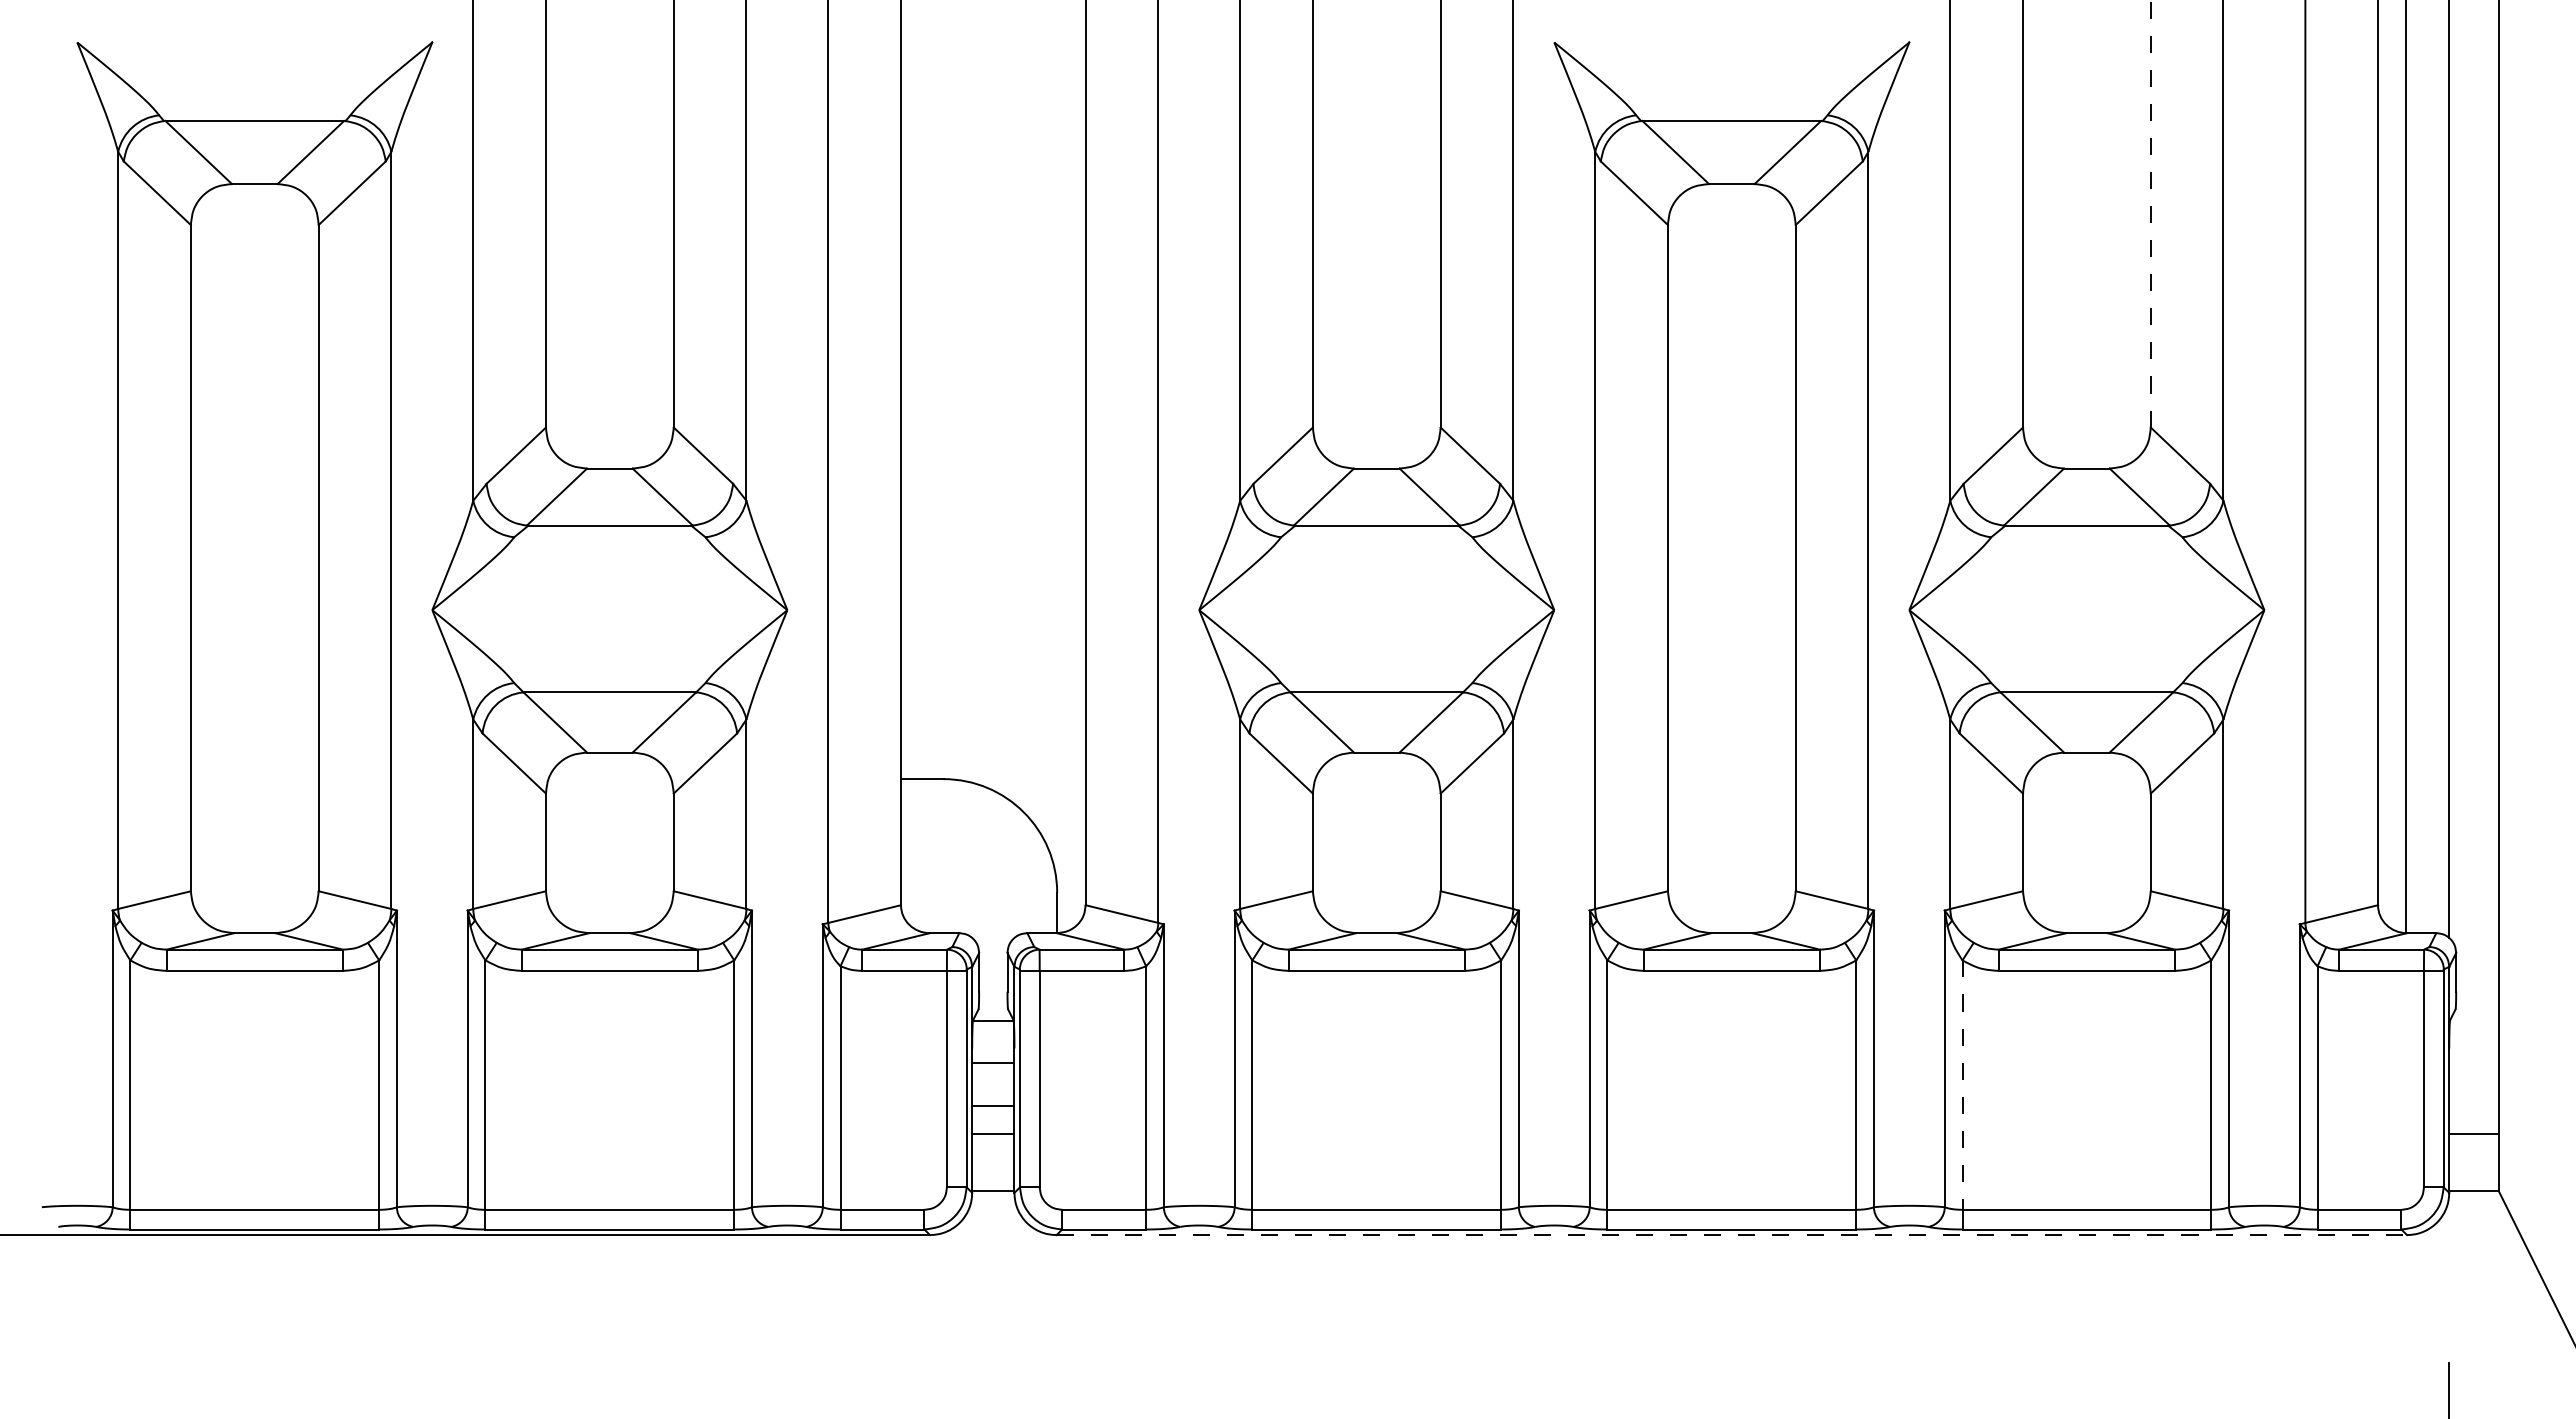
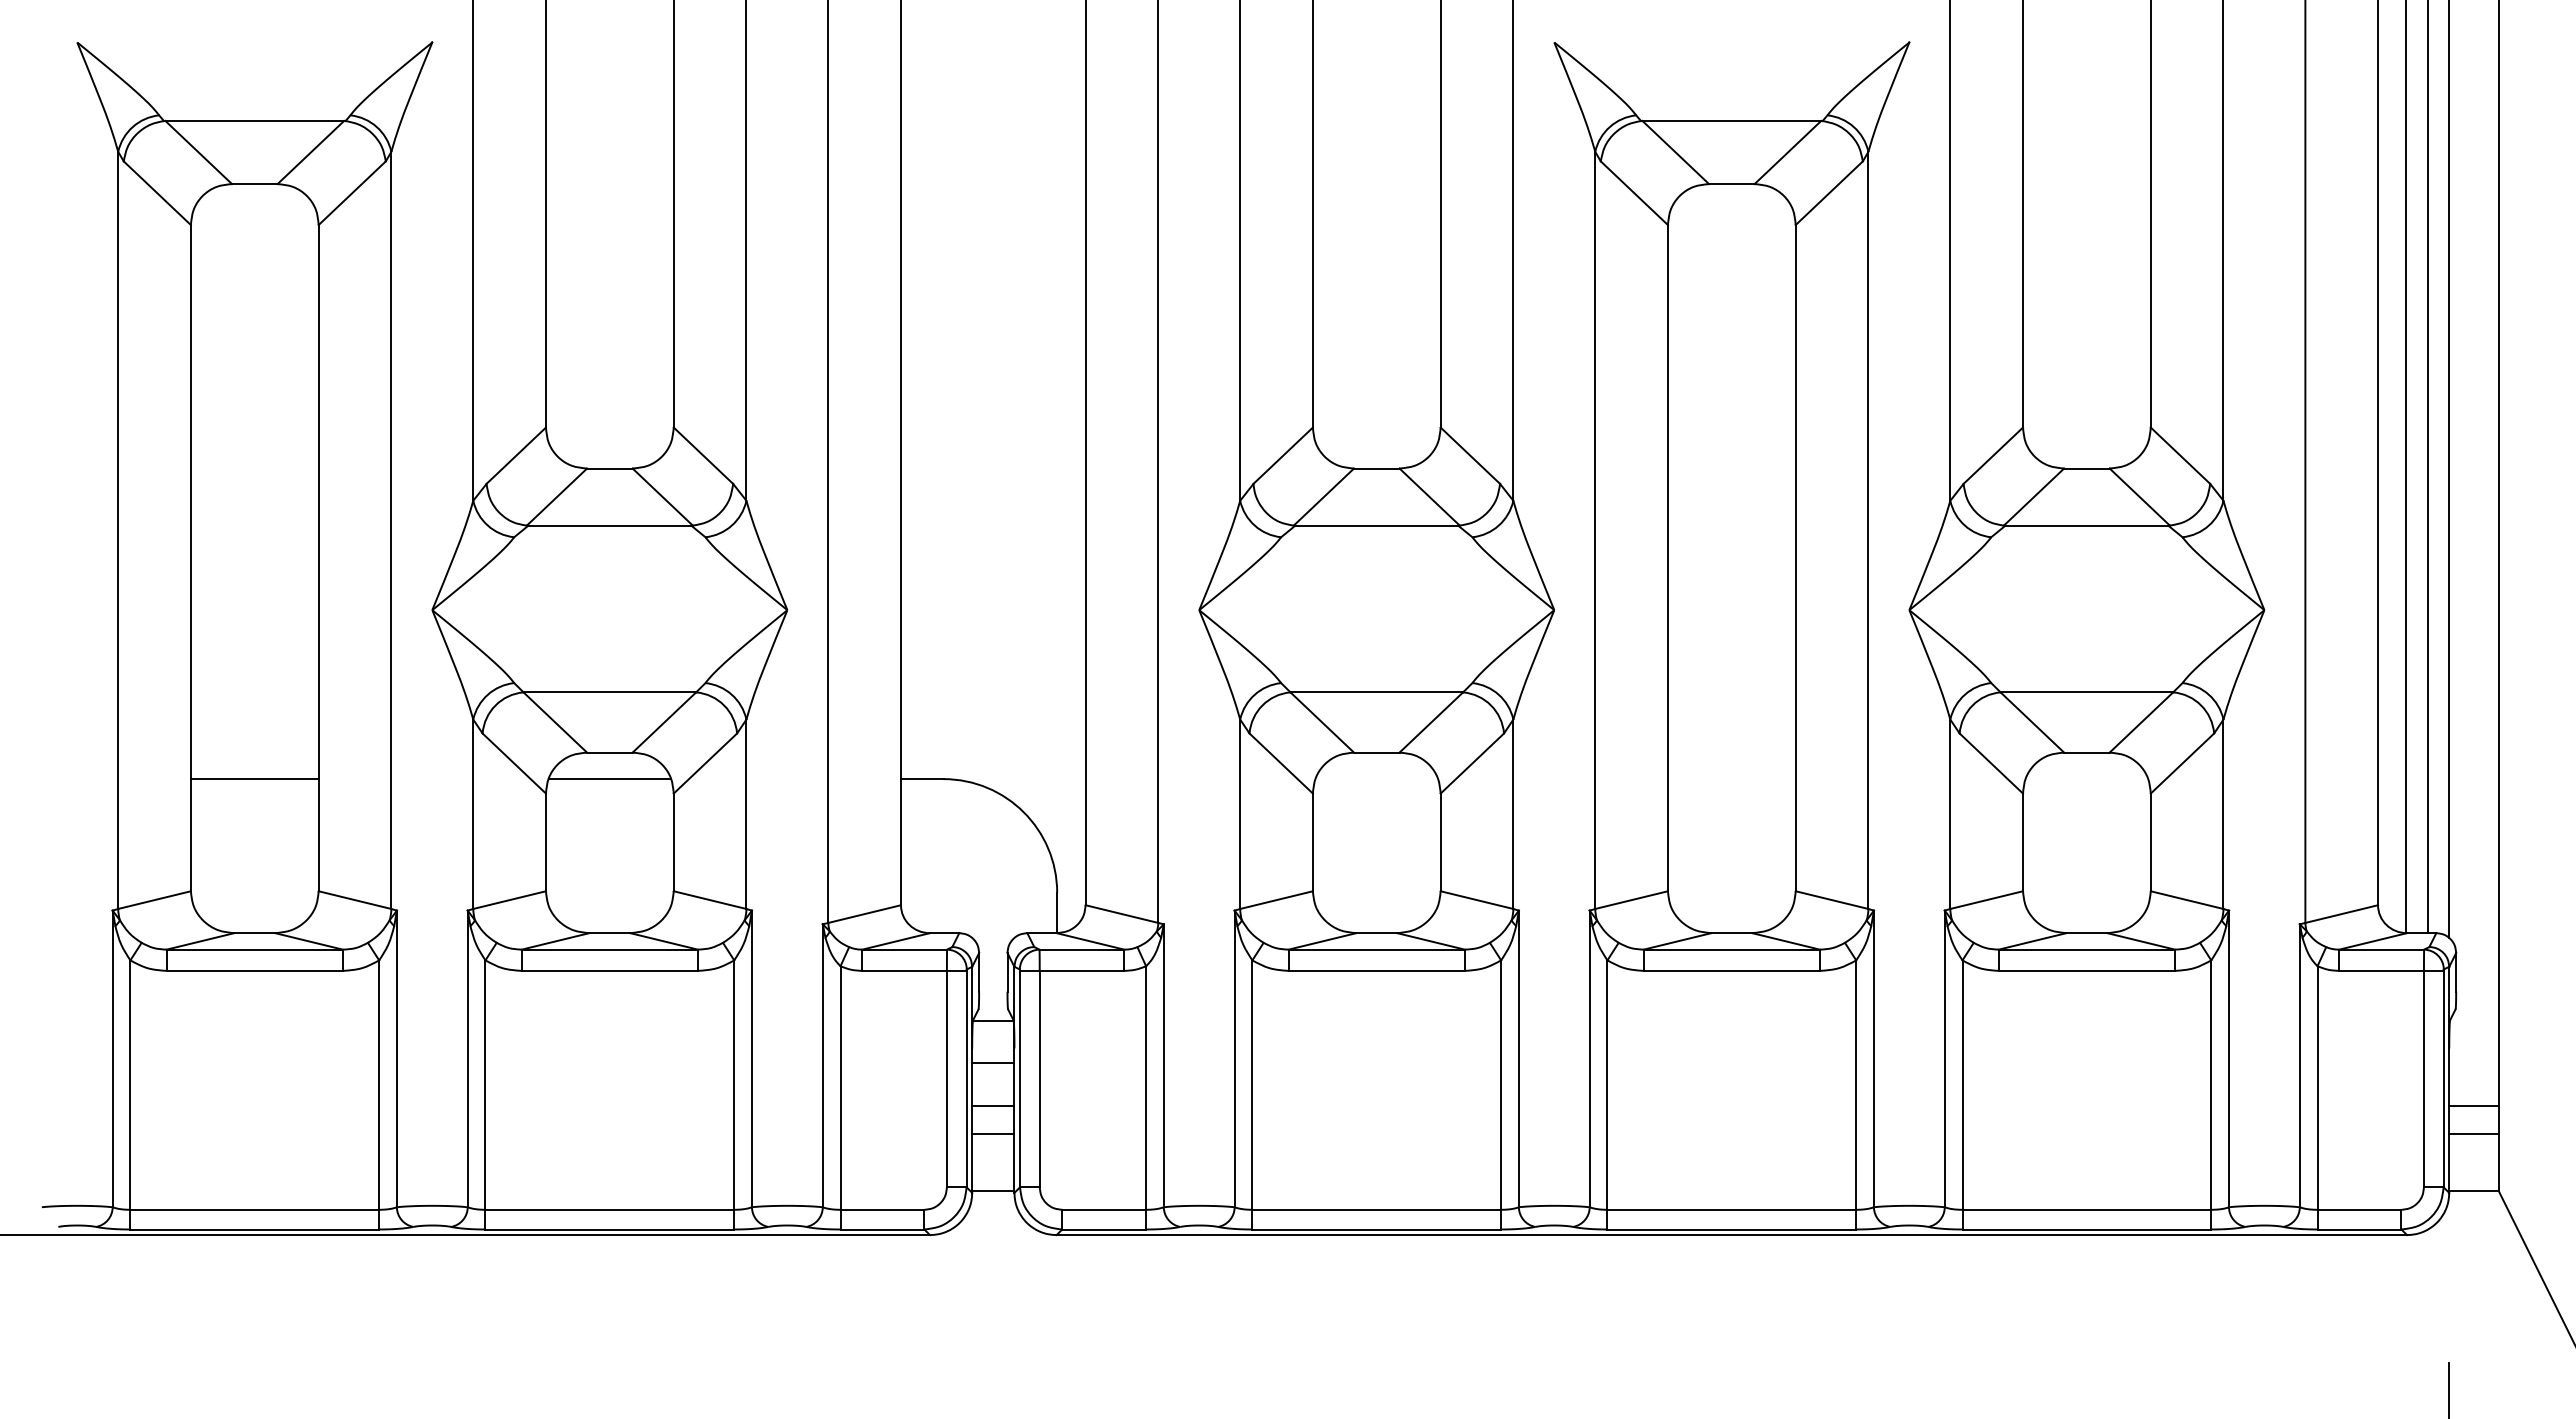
line at (2150, 213): dashed -> solid
line at (2427, 467): none -> present
line at (254, 779): none -> present
line at (609, 779): none -> present
line at (1962, 1085): dashed -> solid
line at (2473, 1105): none -> present
line at (1732, 1235): dashed -> solid
